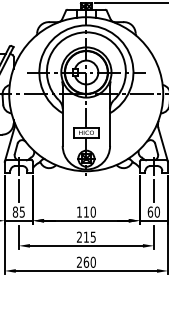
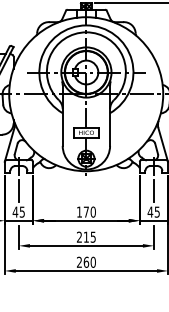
text at (15, 211): 85 -> 45
text at (85, 211): 110 -> 170
text at (153, 211): 60 -> 45
